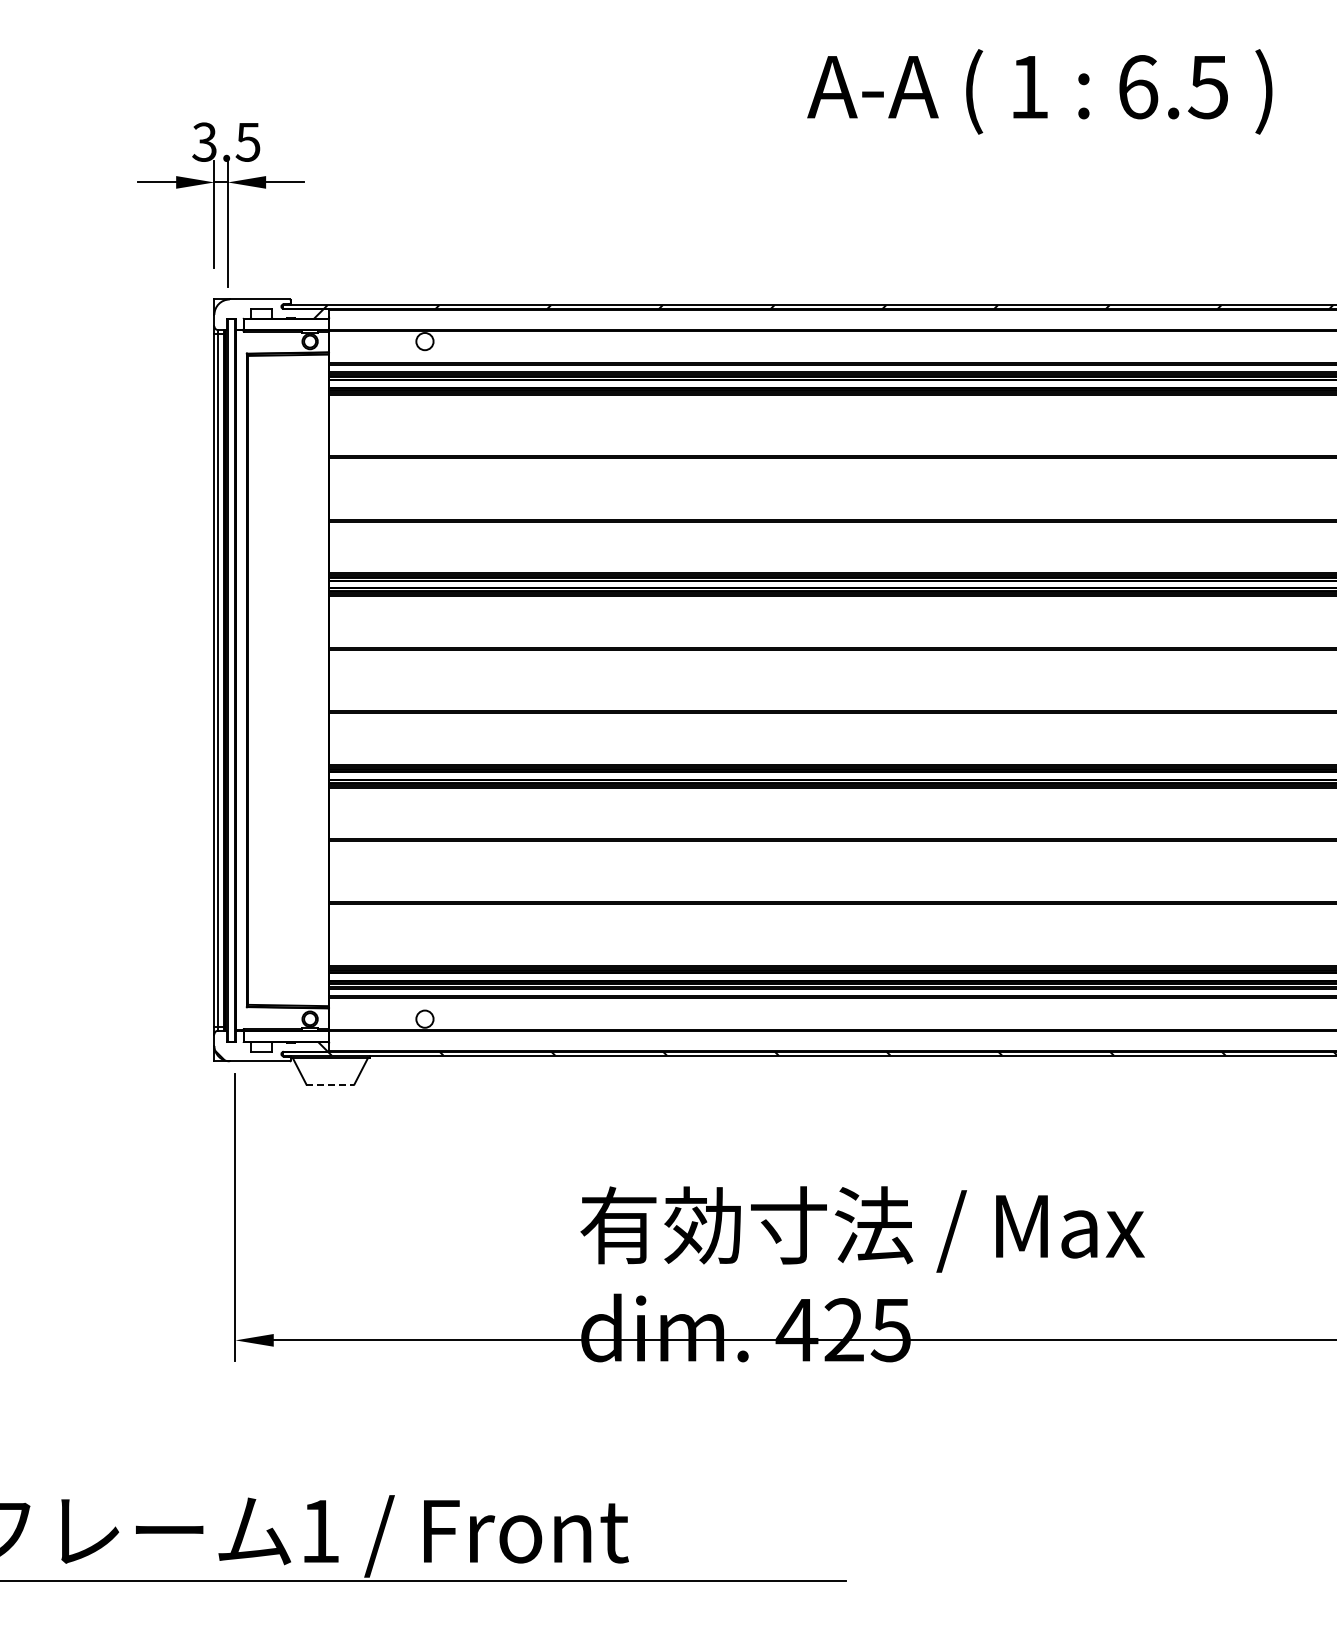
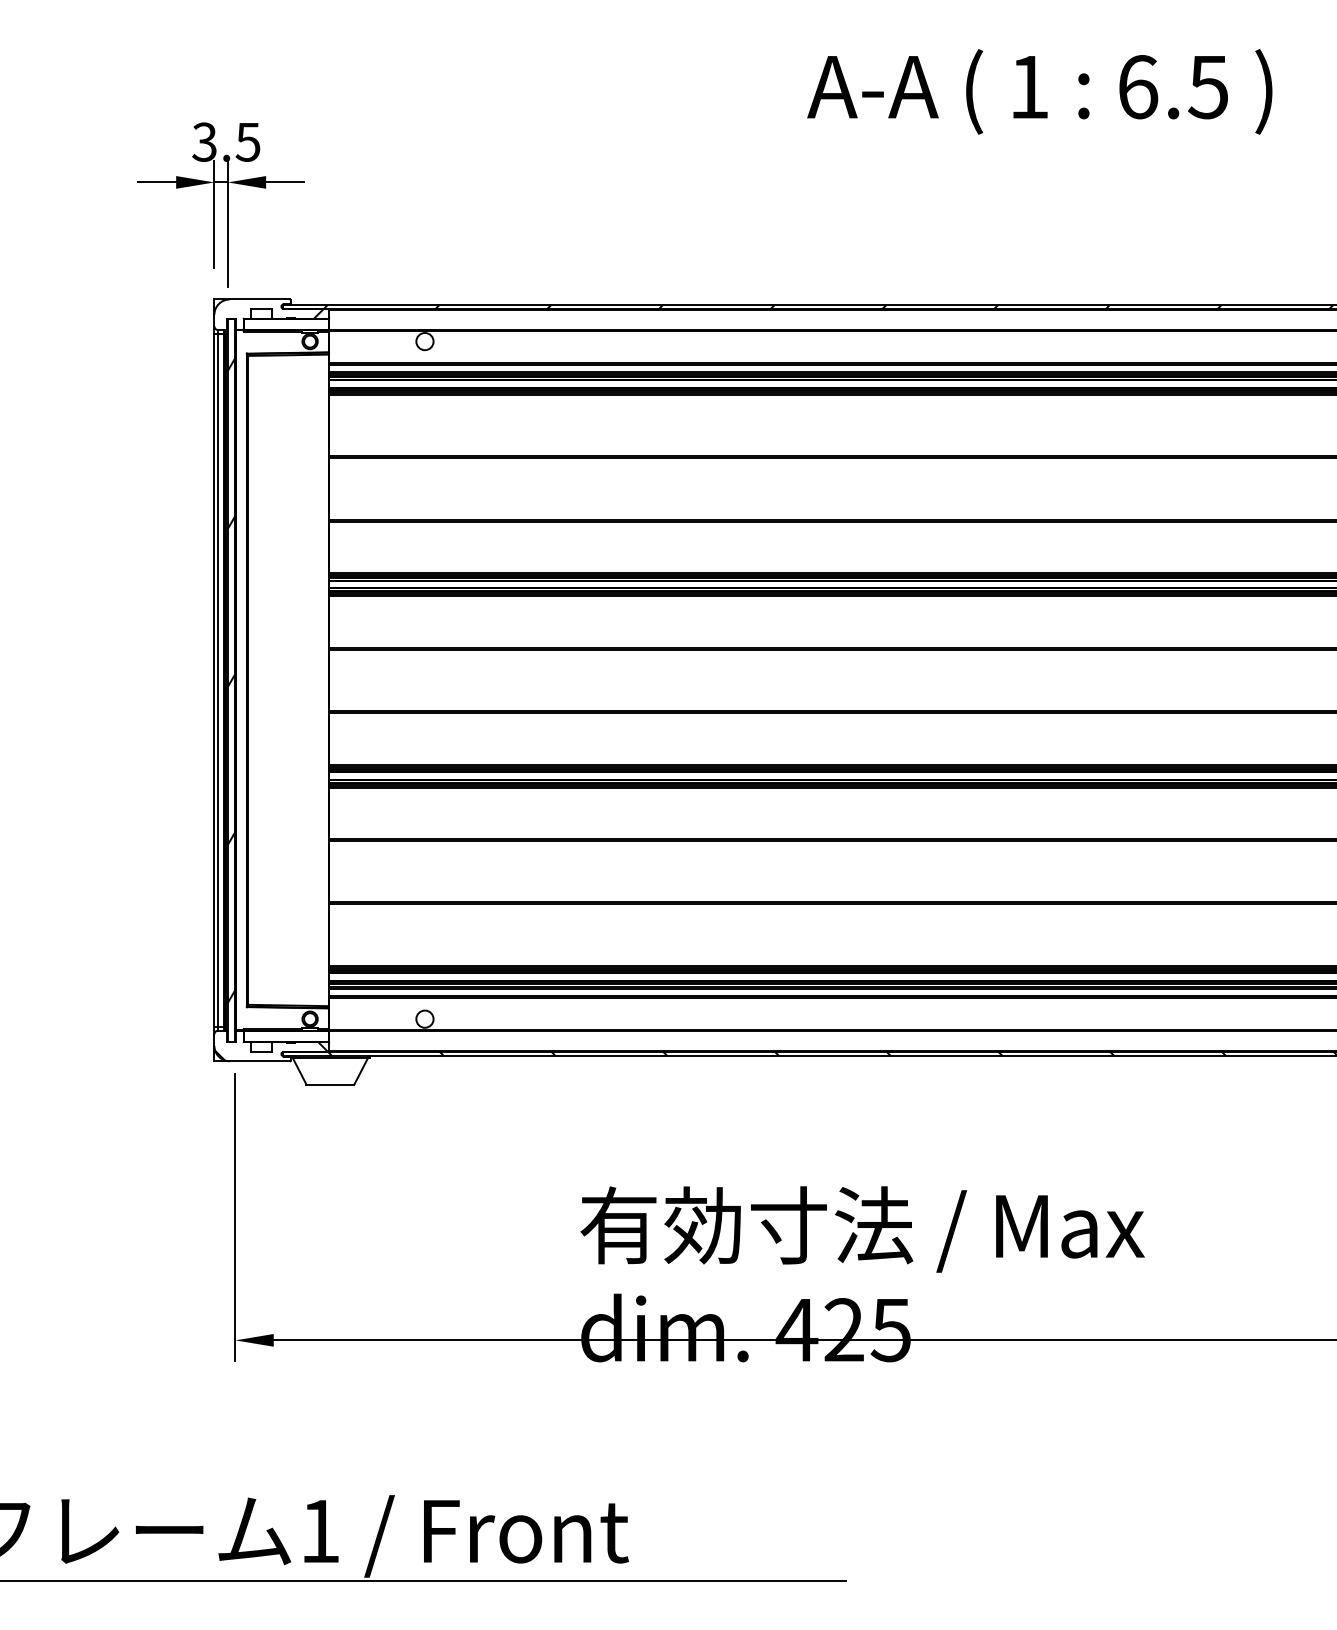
hatch at (231, 680): none -> present
line at (330, 1084): dashed -> solid
